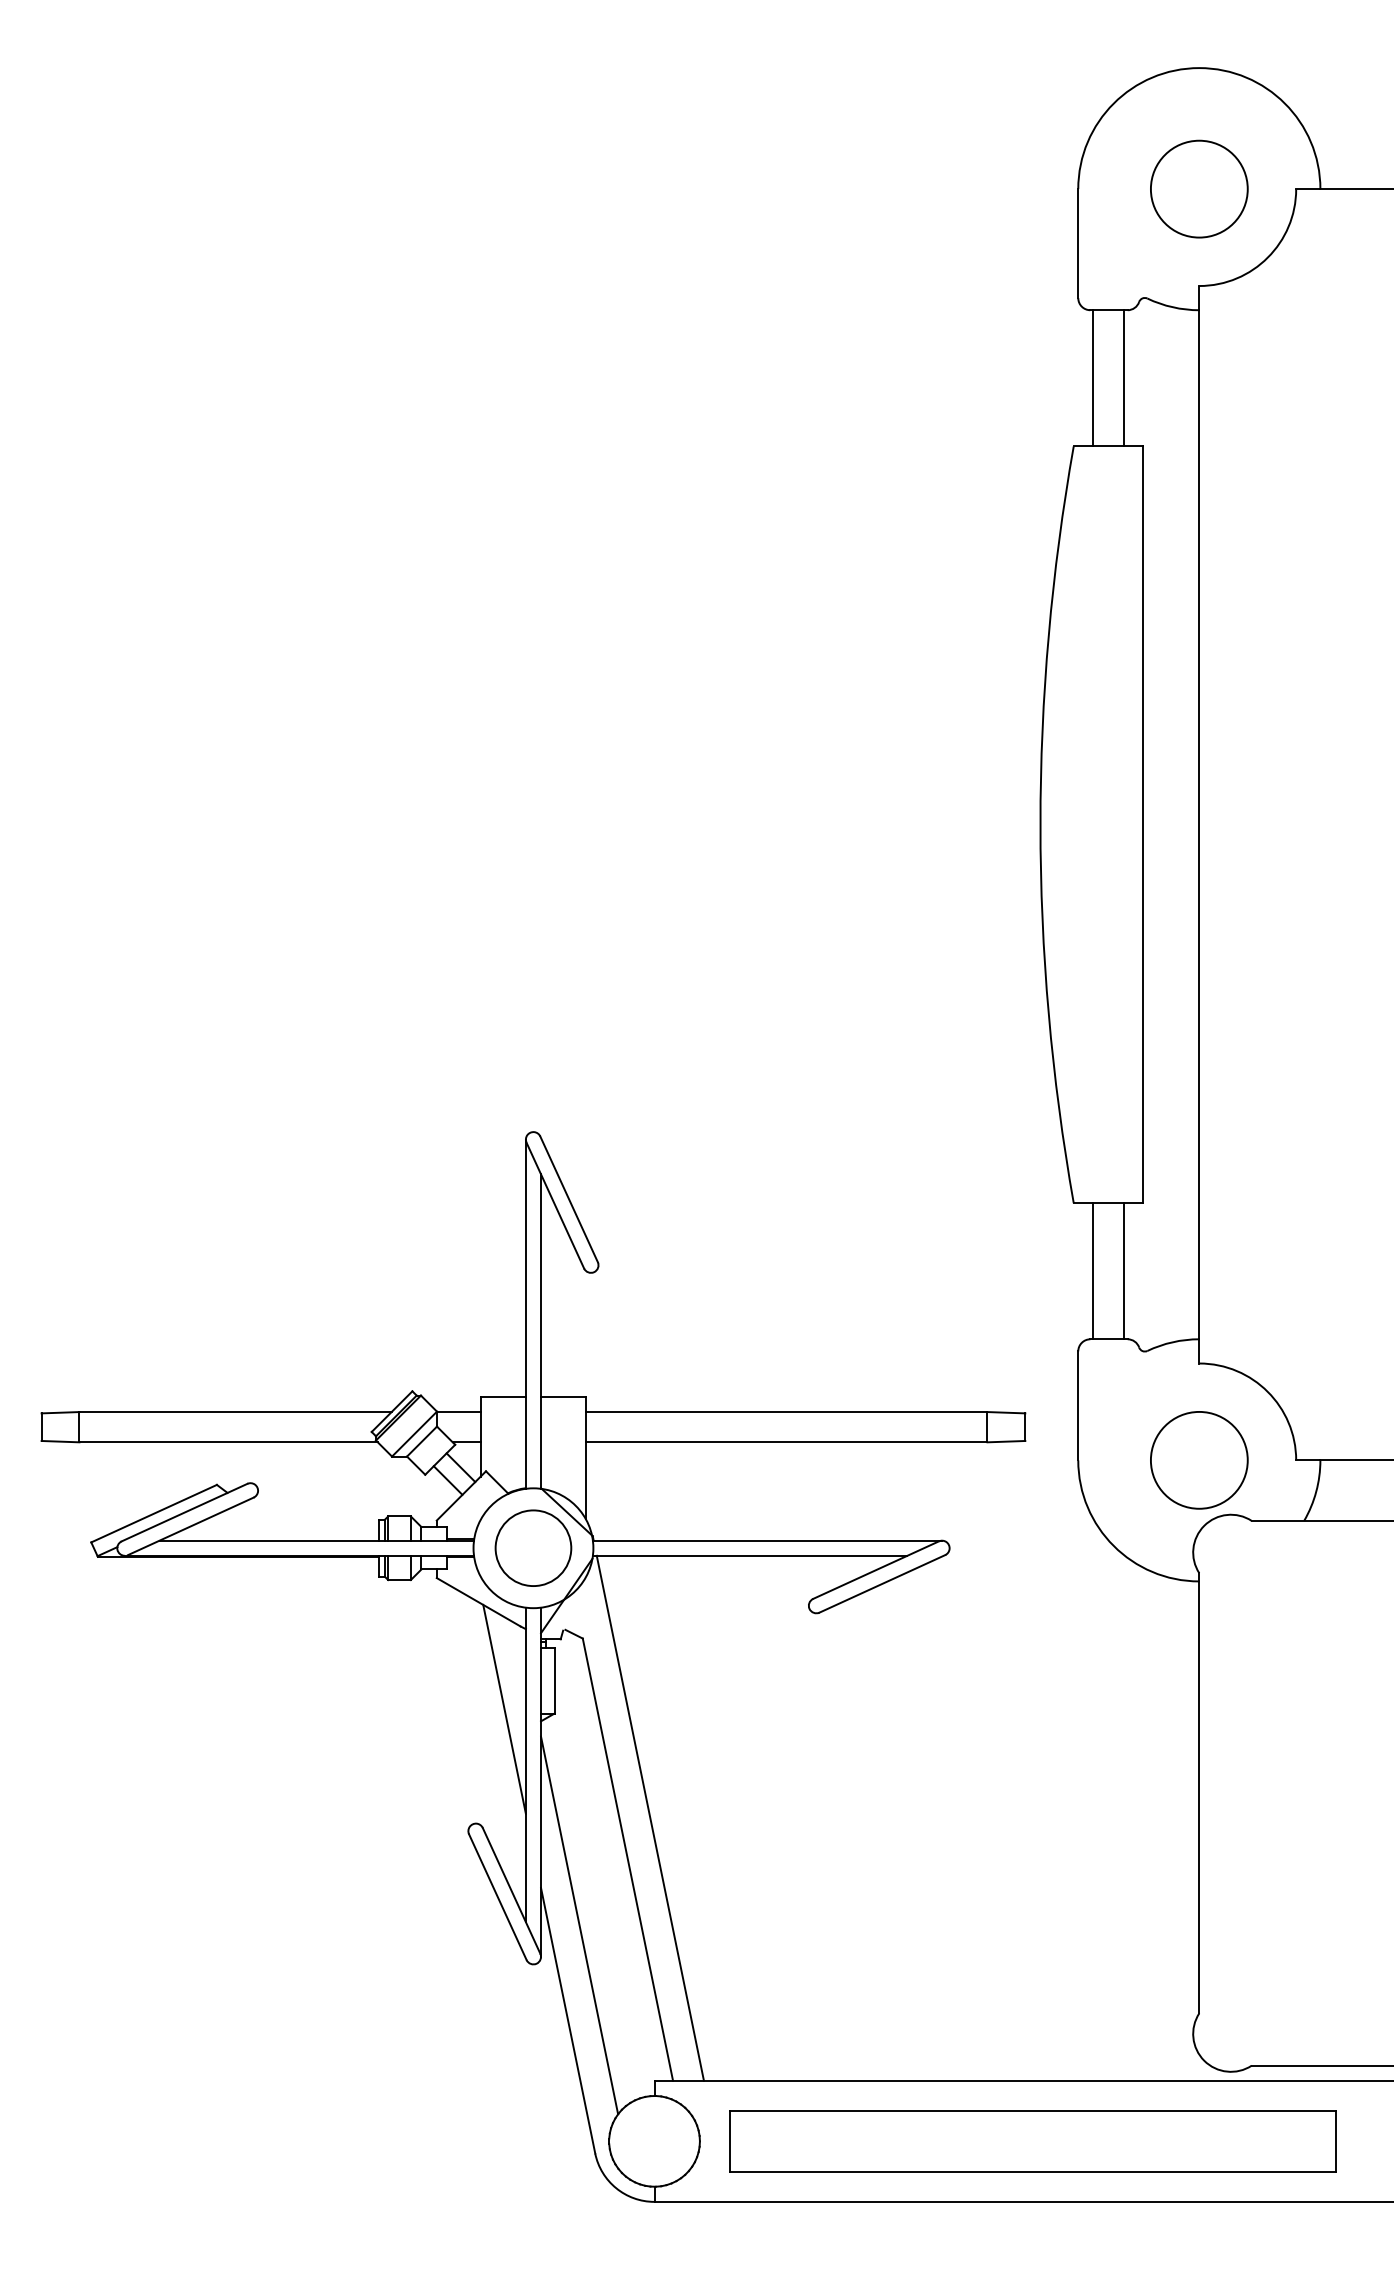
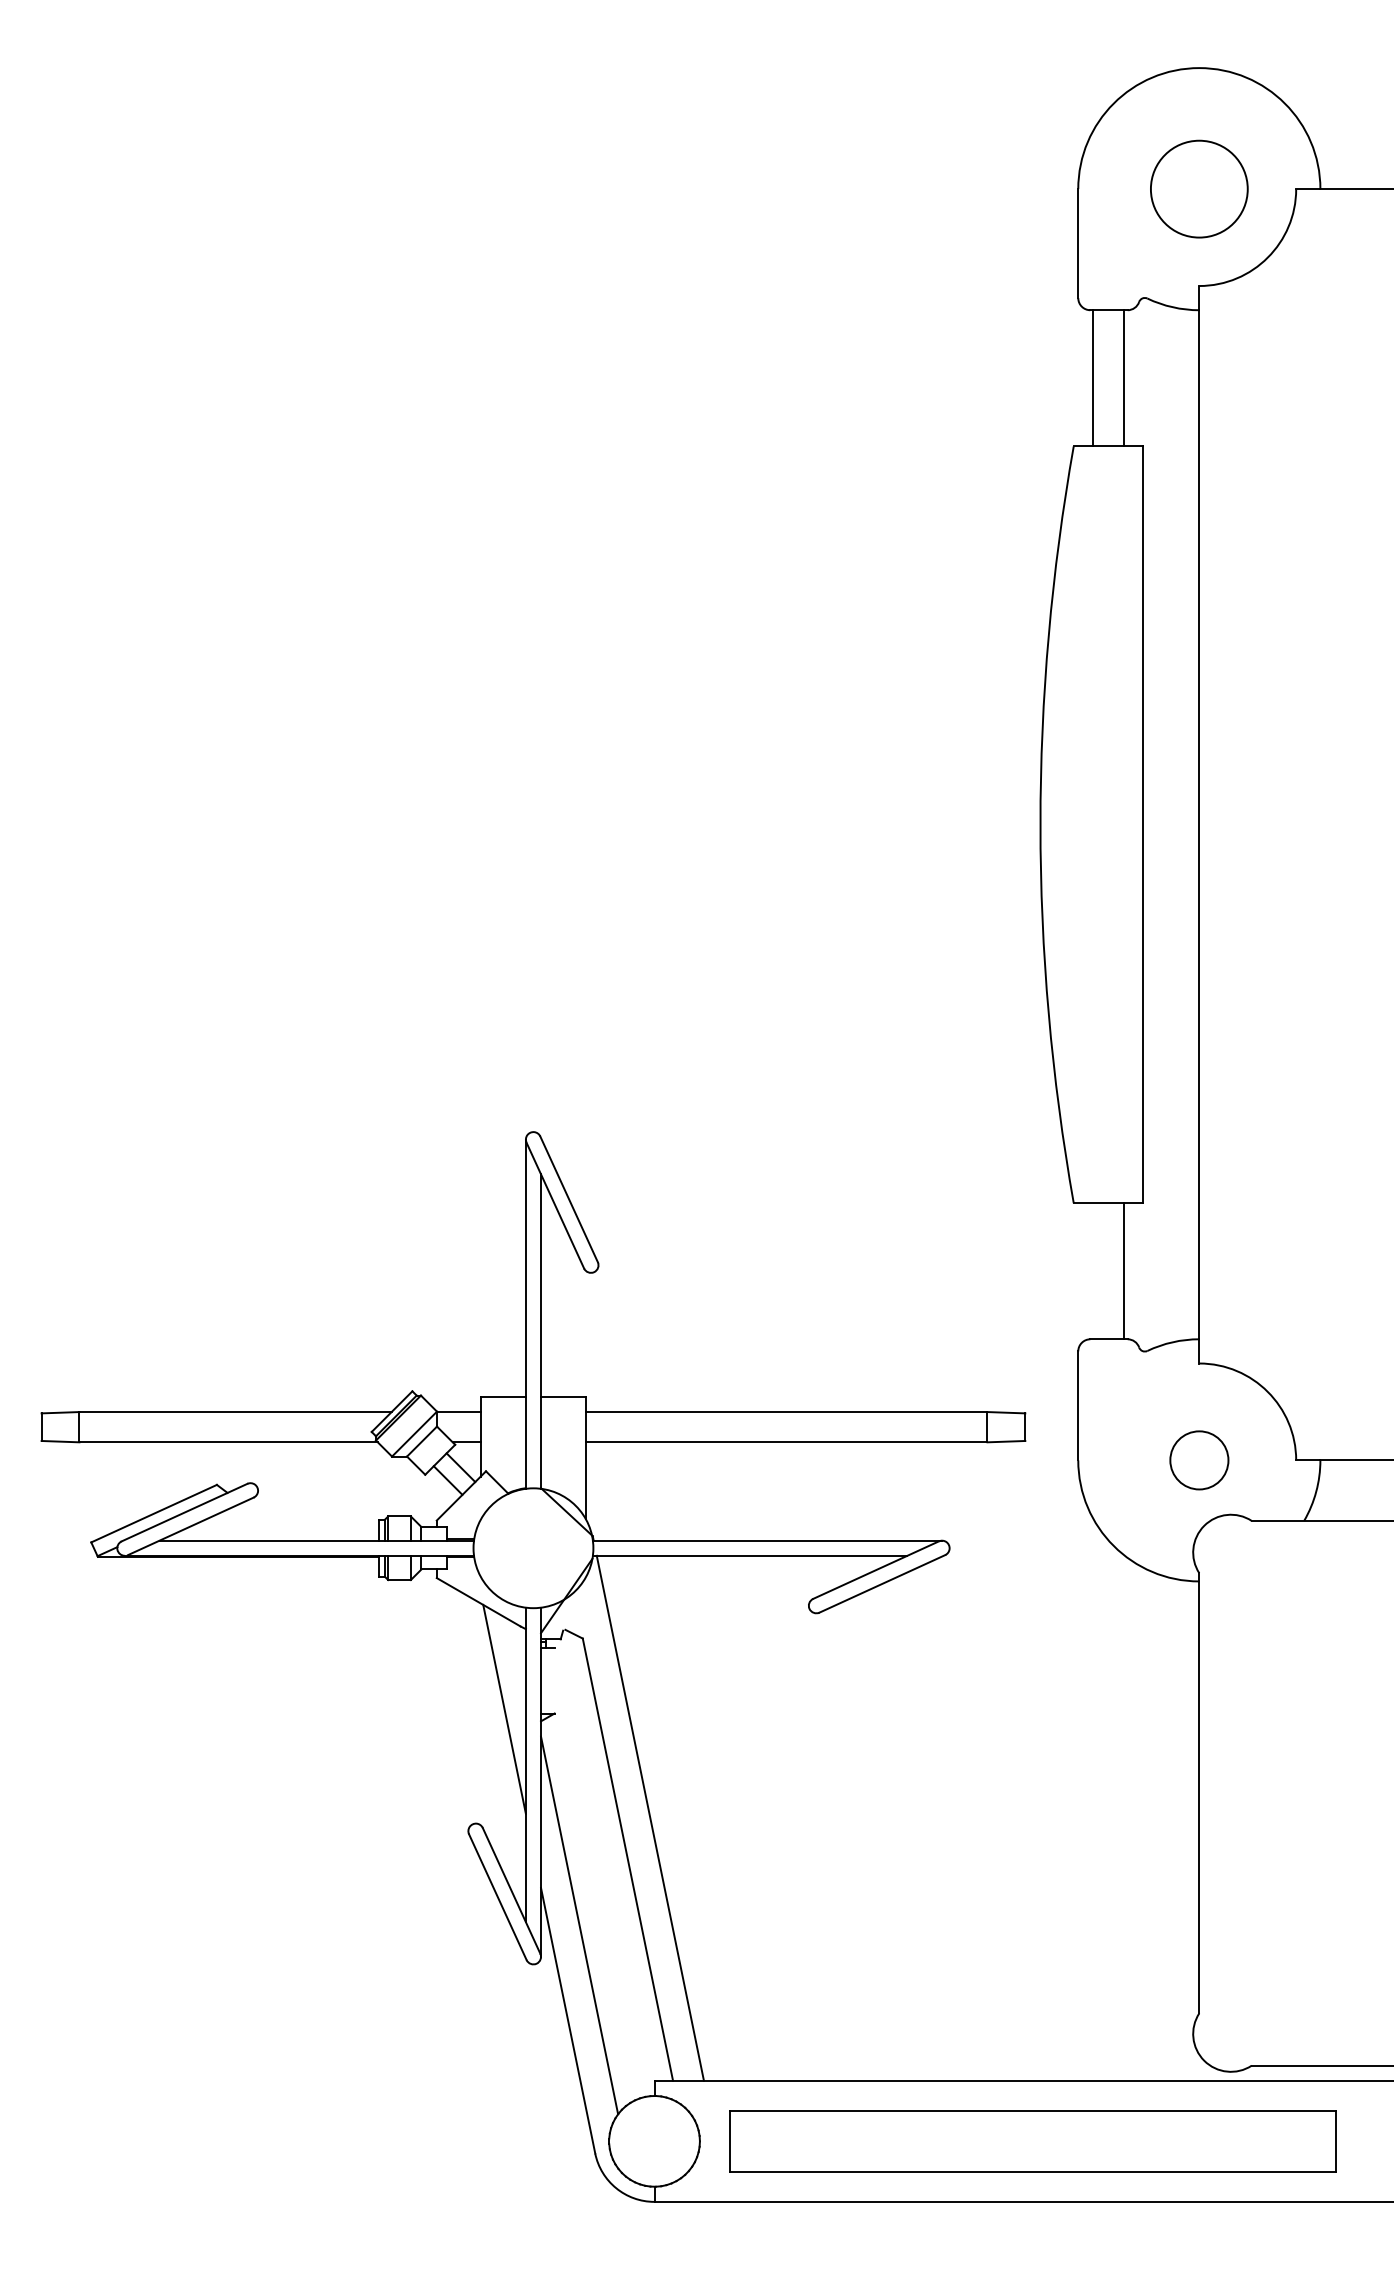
line at (1093, 1271): present -> none
circle at (1199, 1460) size: 99x99 px -> 61x61 px
circle at (533, 1547): present -> none
line at (554, 1680): present -> none
